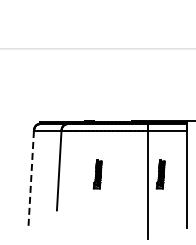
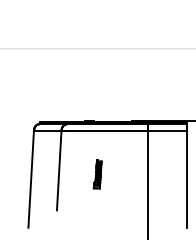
part at (160, 174): present -> none
line at (31, 179): dashed -> solid
